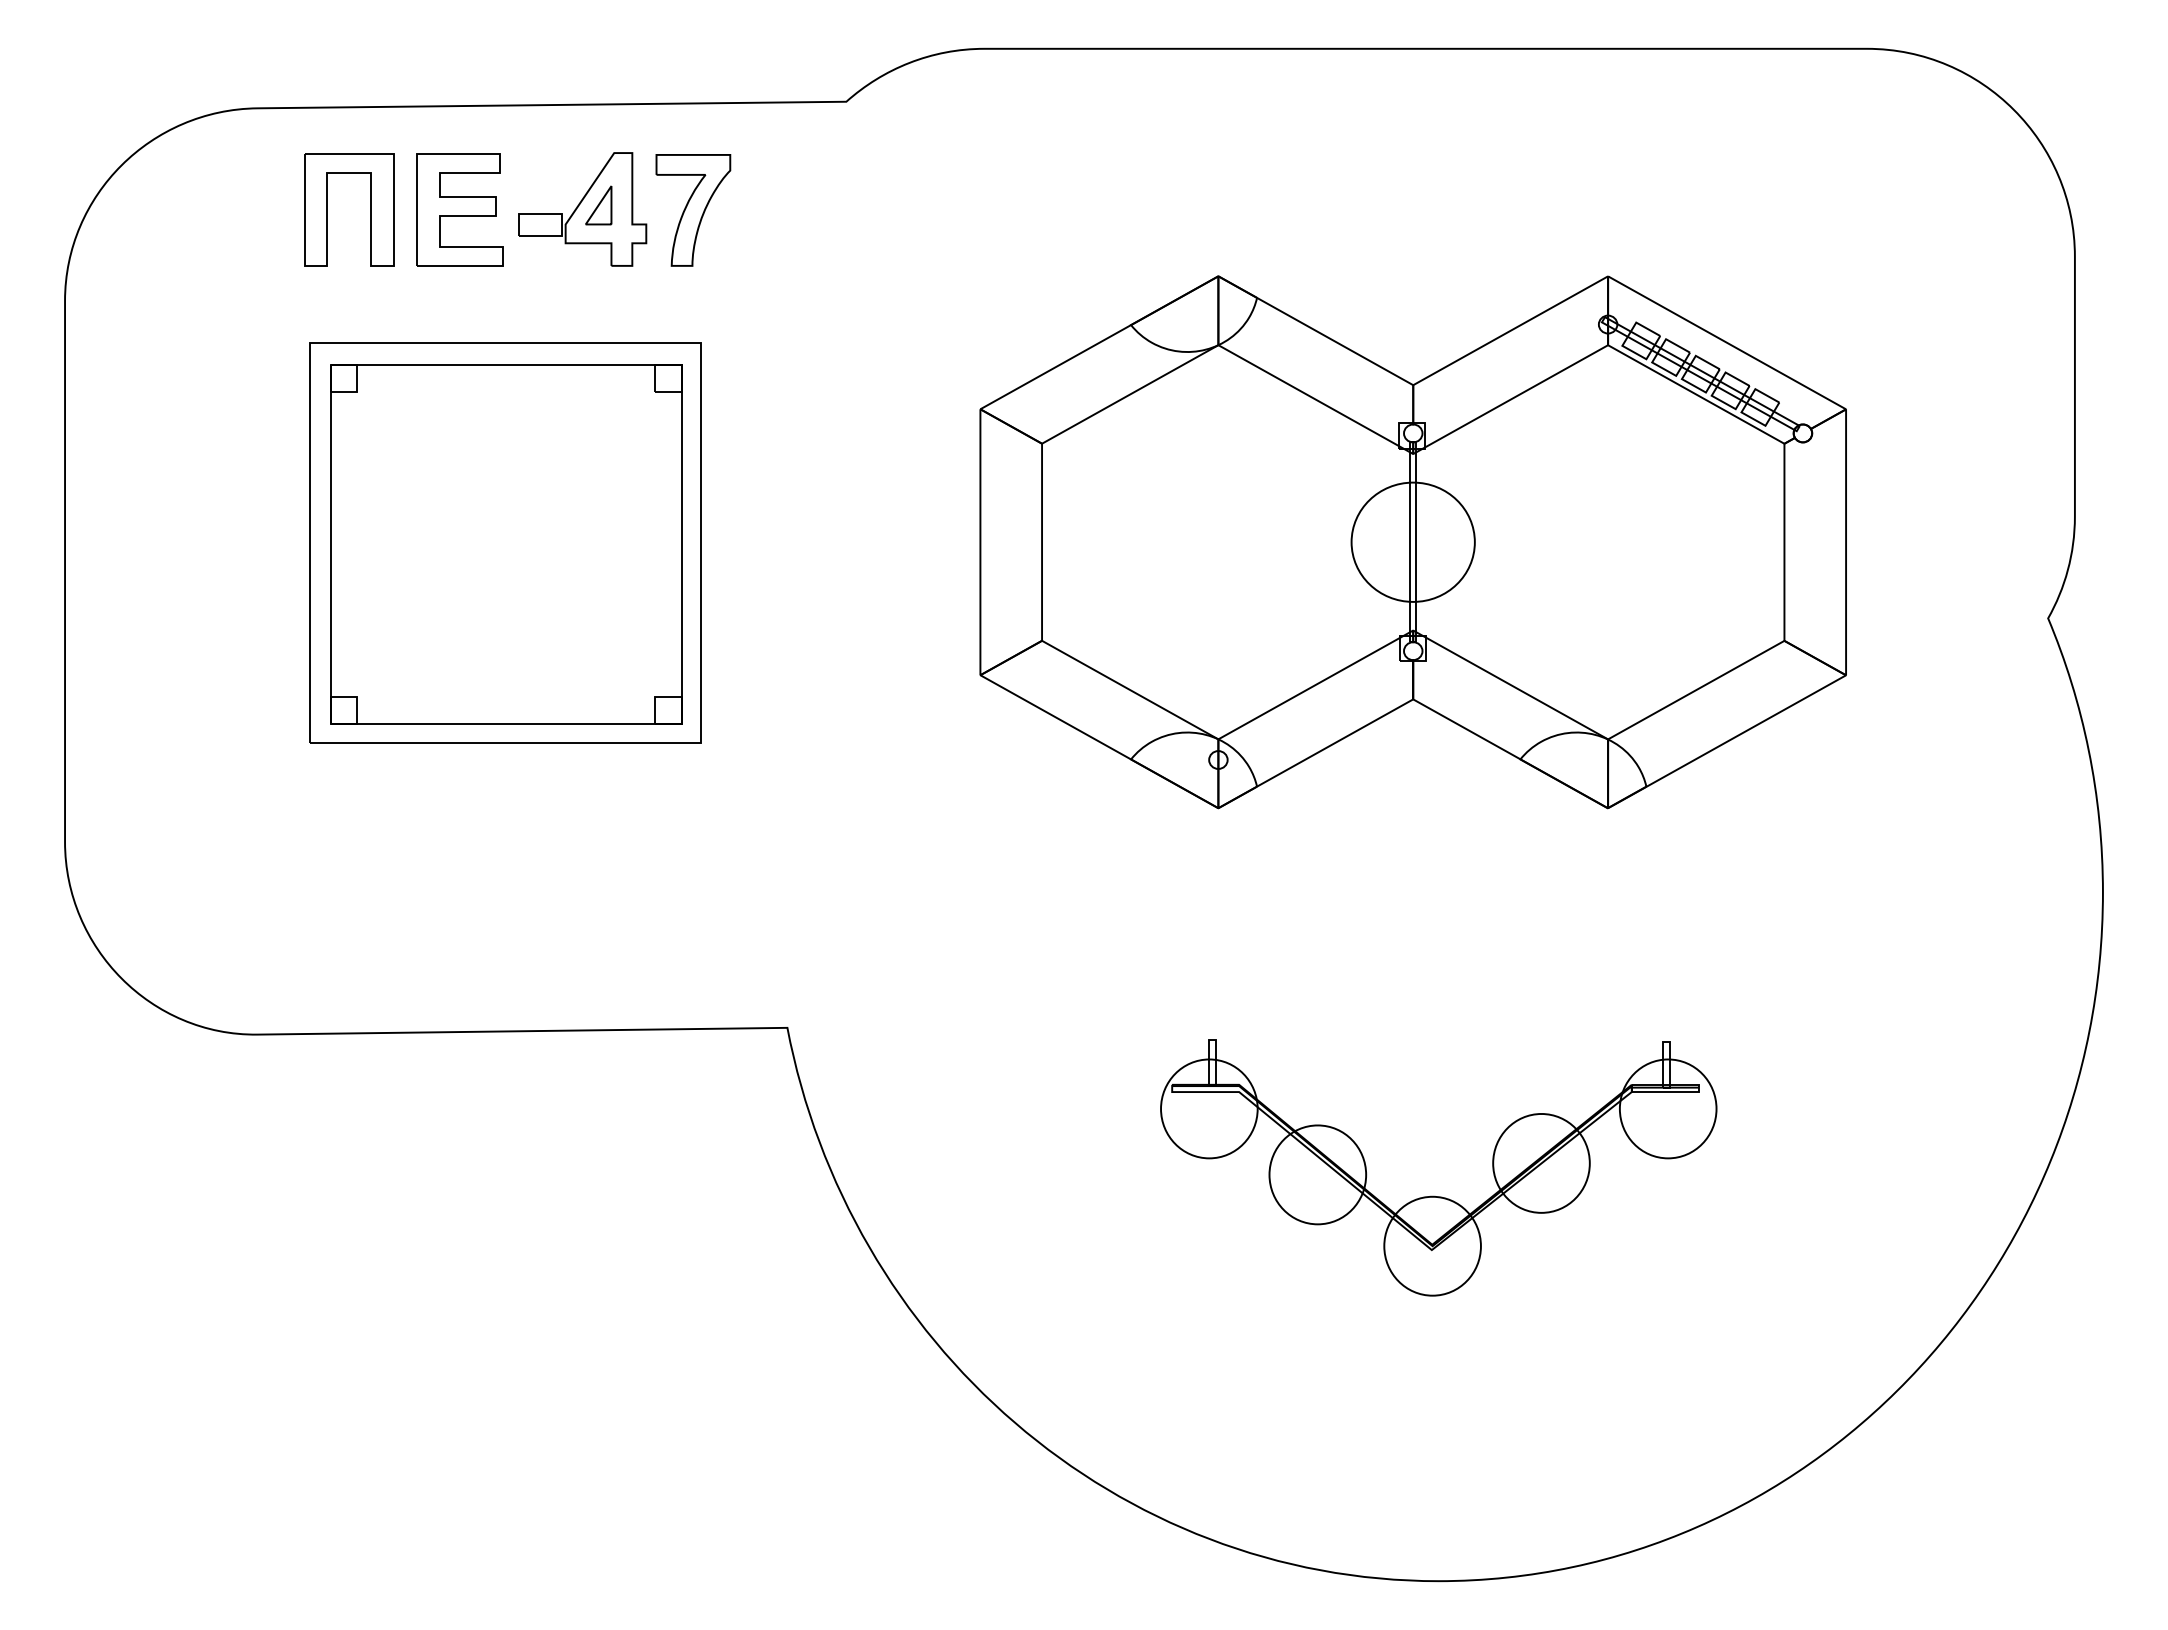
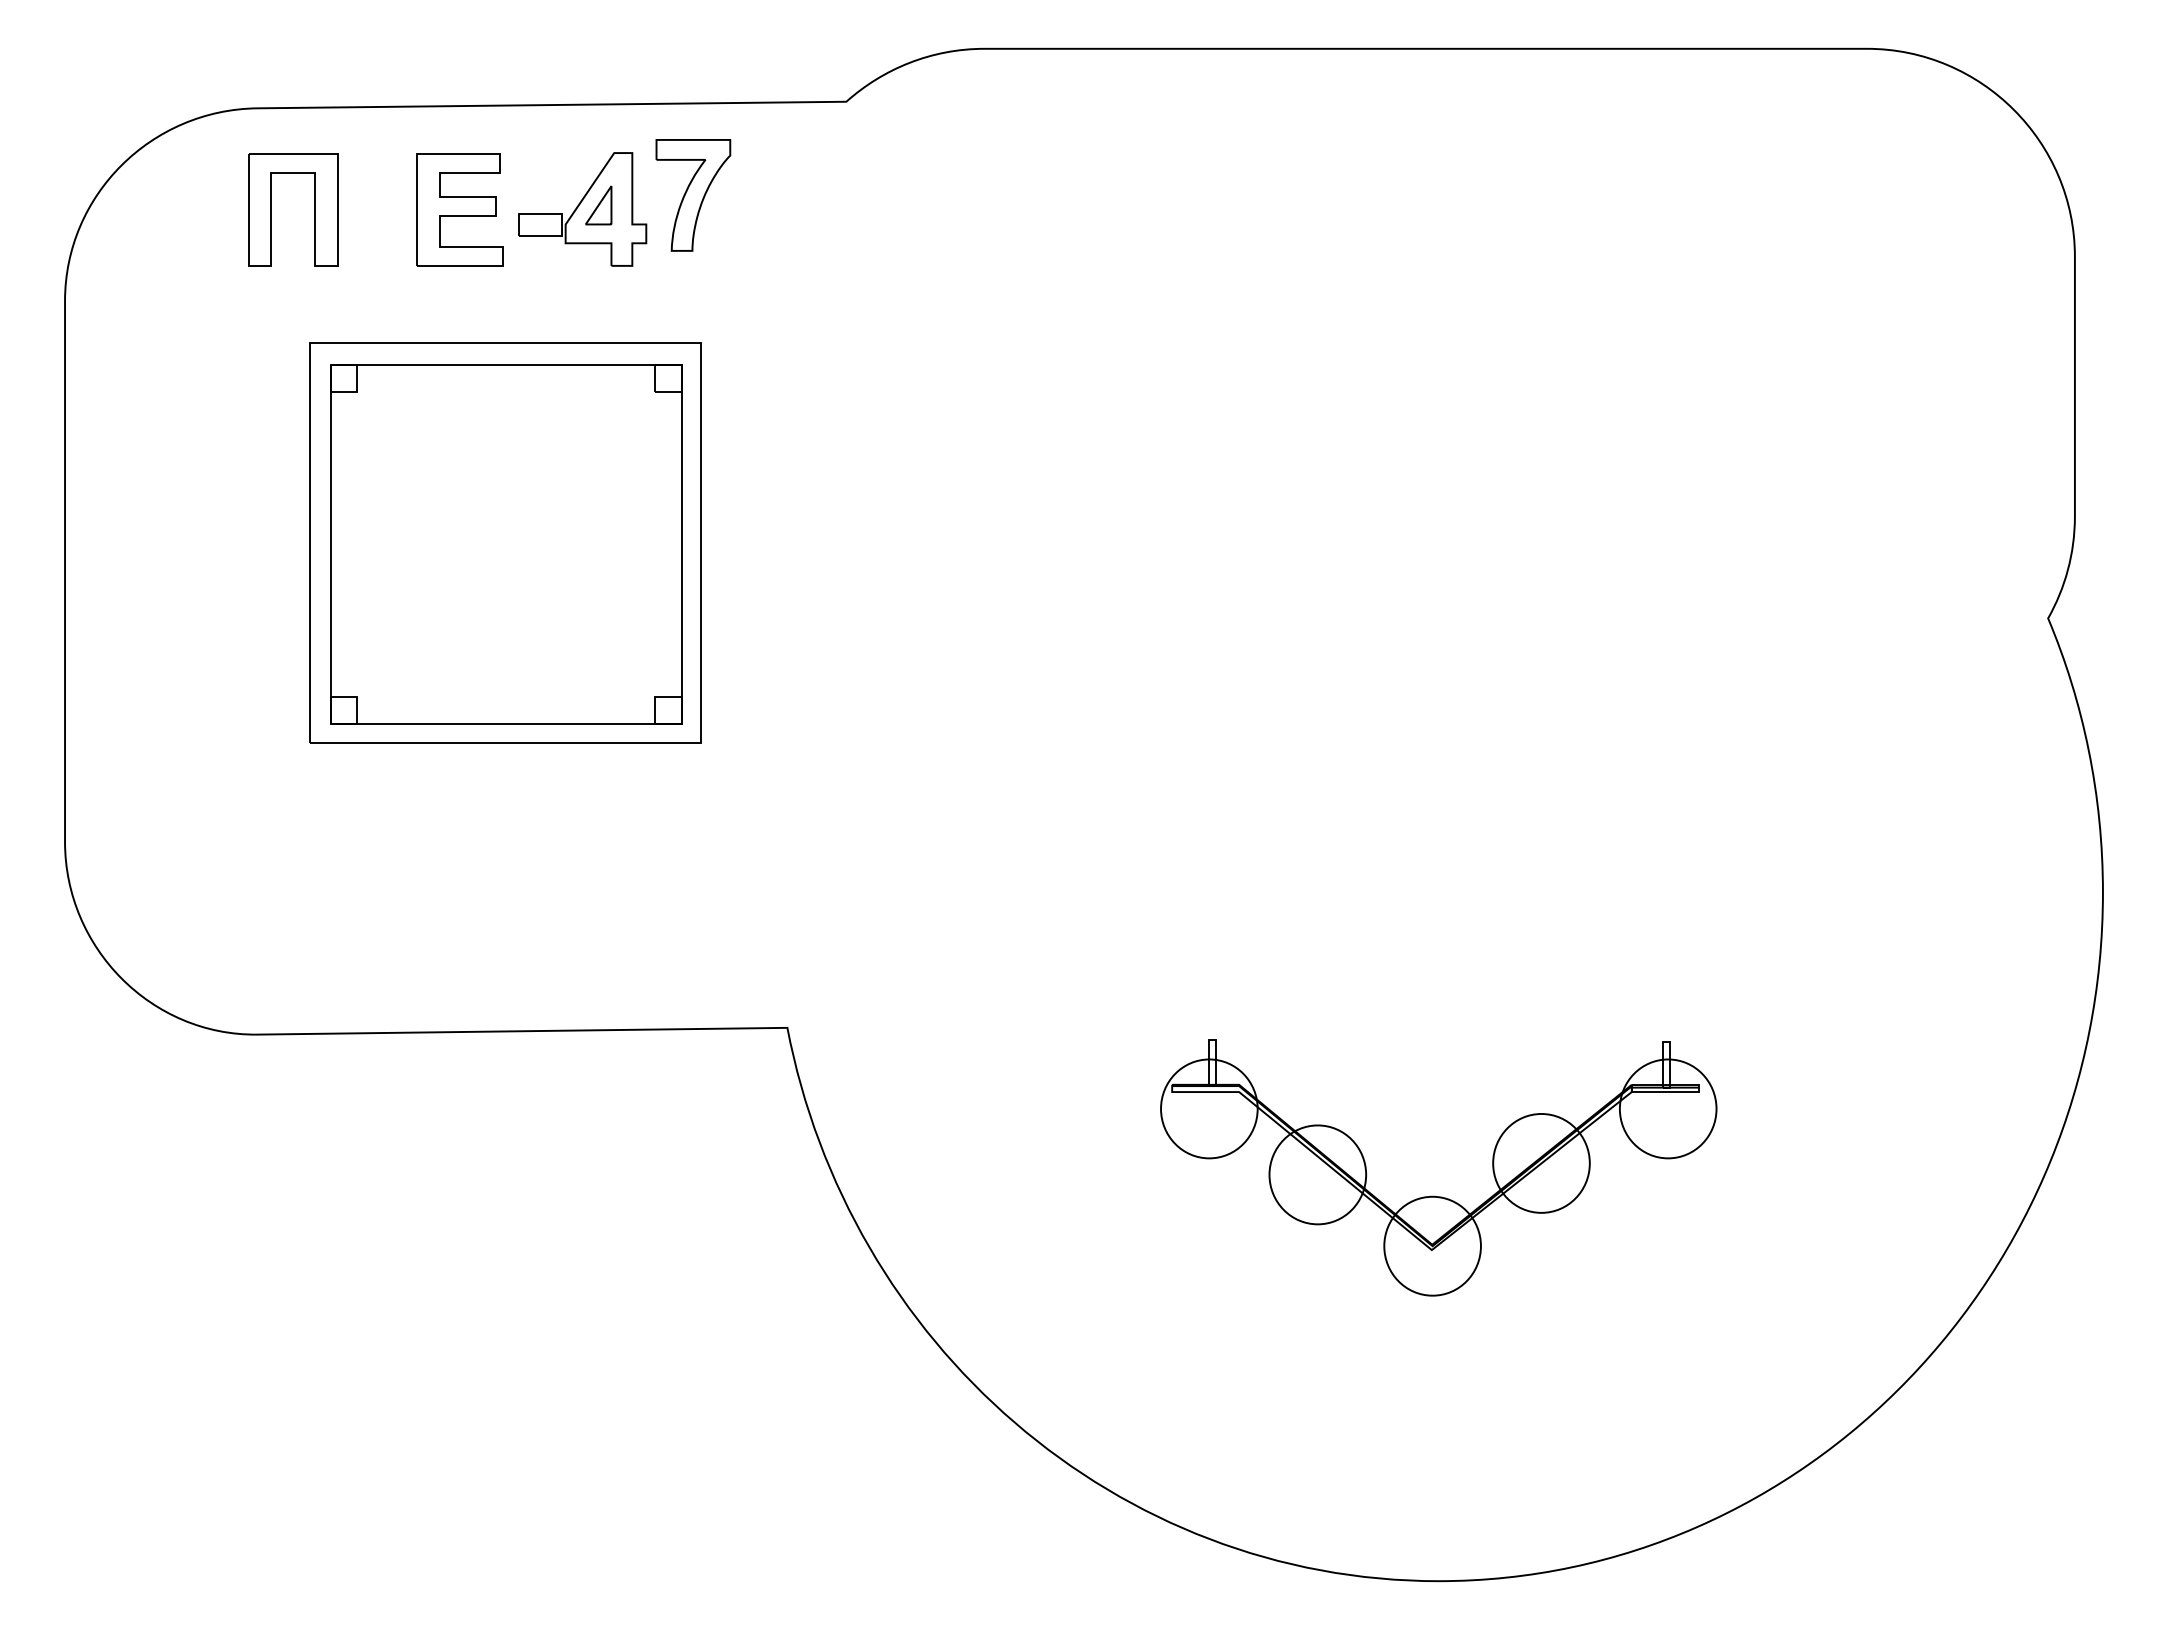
part at (370, 209) position: (370, 209) -> (314, 209)
part at (693, 210) position: (693, 210) -> (693, 195)
part at (1412, 542): present -> none
